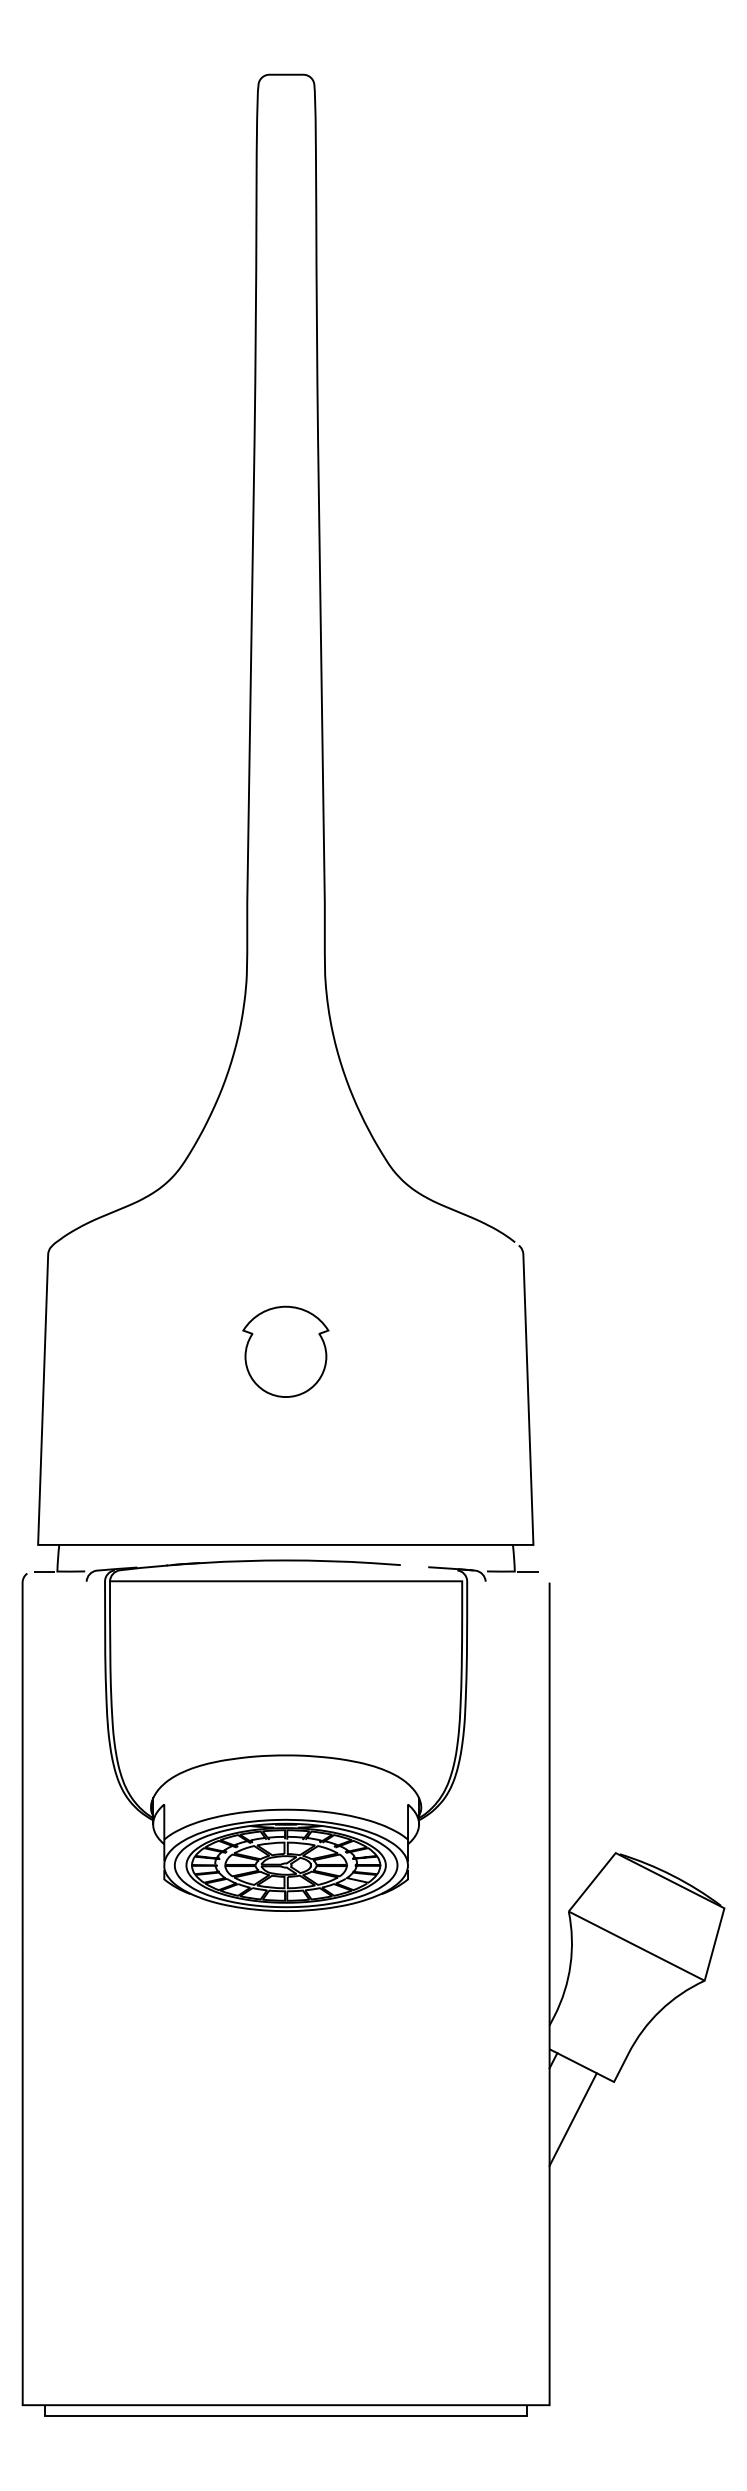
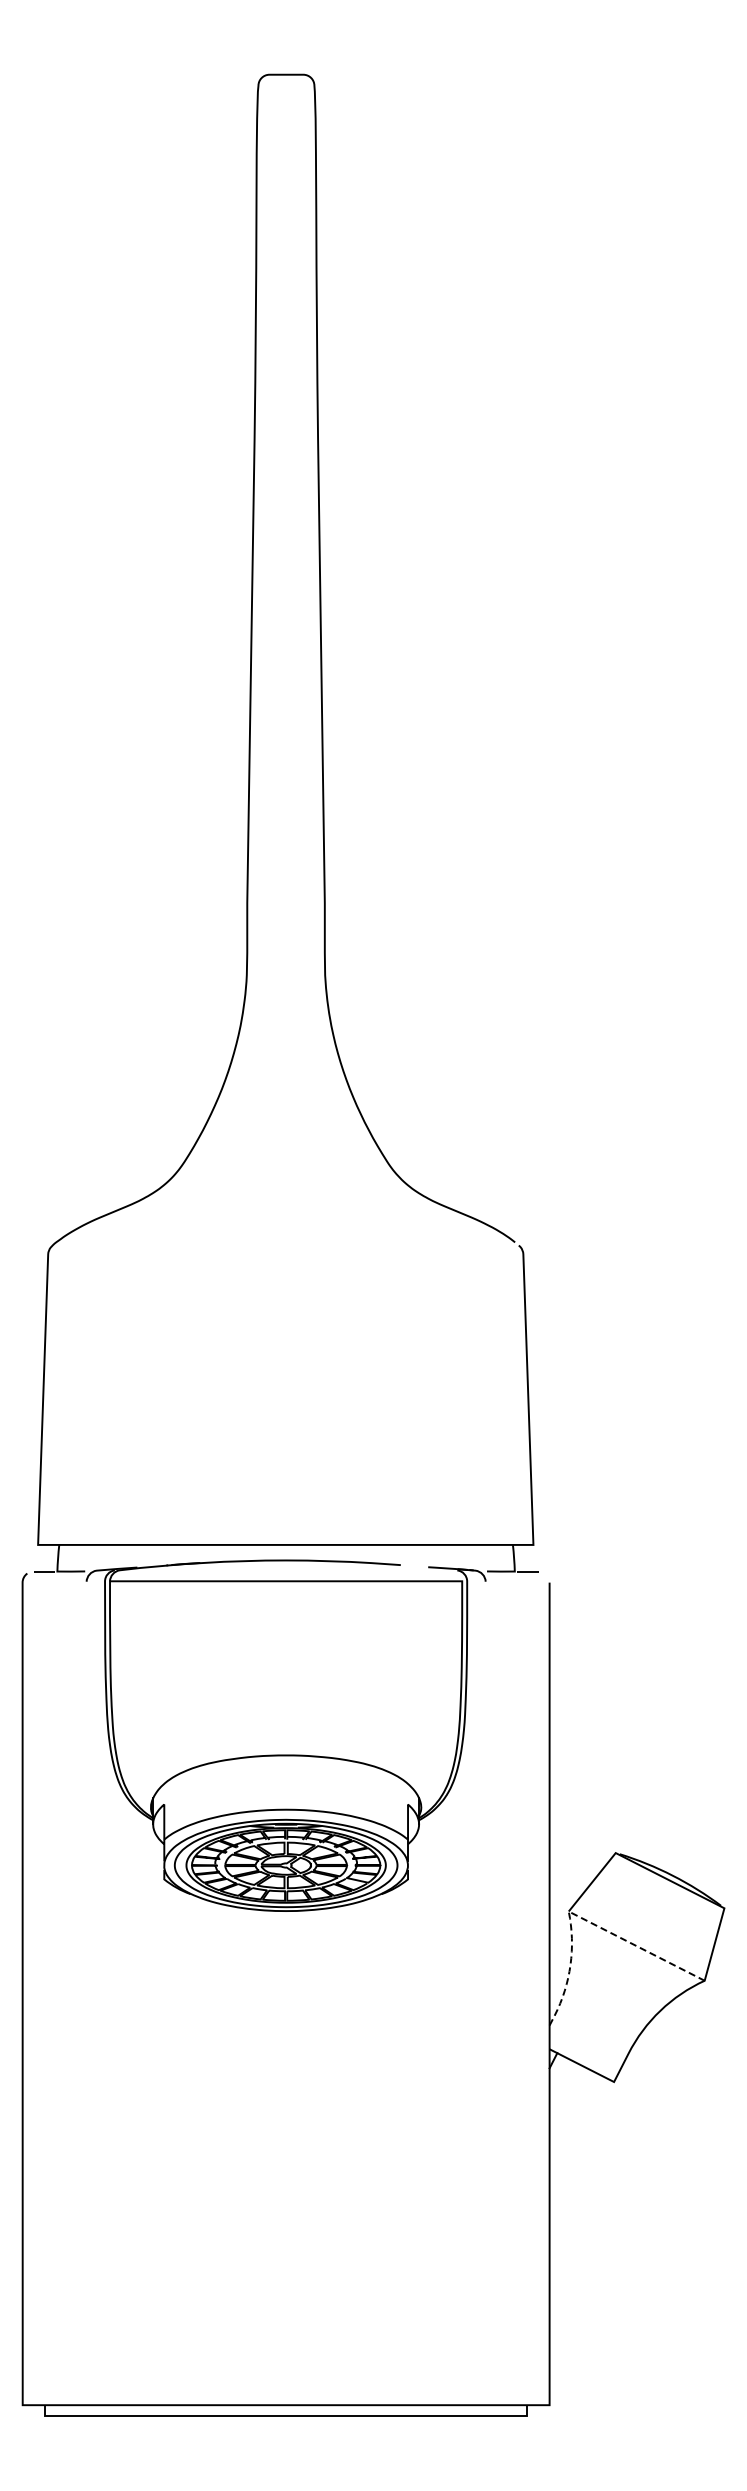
part at (285, 1351): present -> none
line at (578, 1916): solid -> dashed
line at (572, 2119): present -> none
